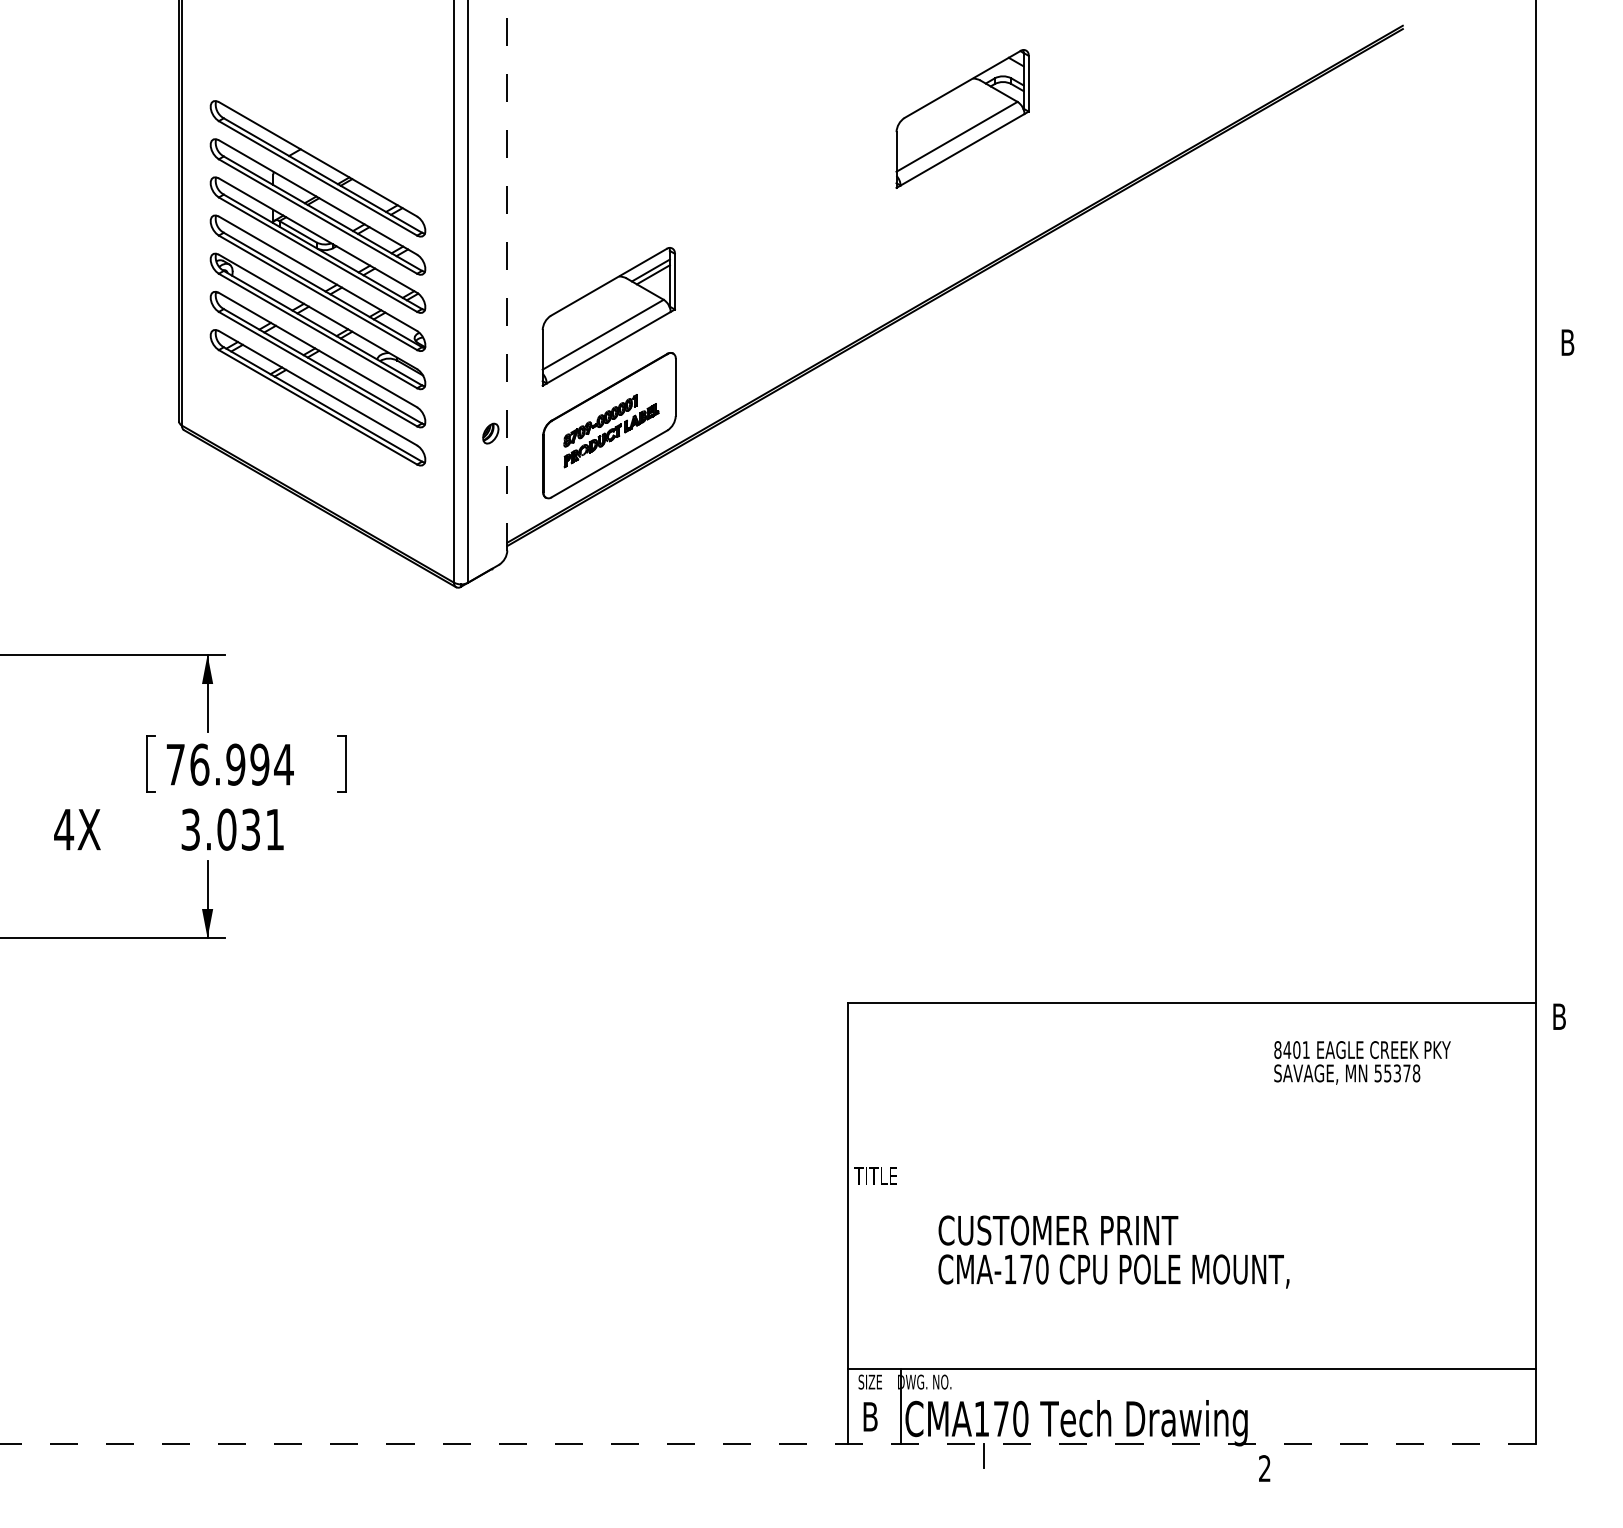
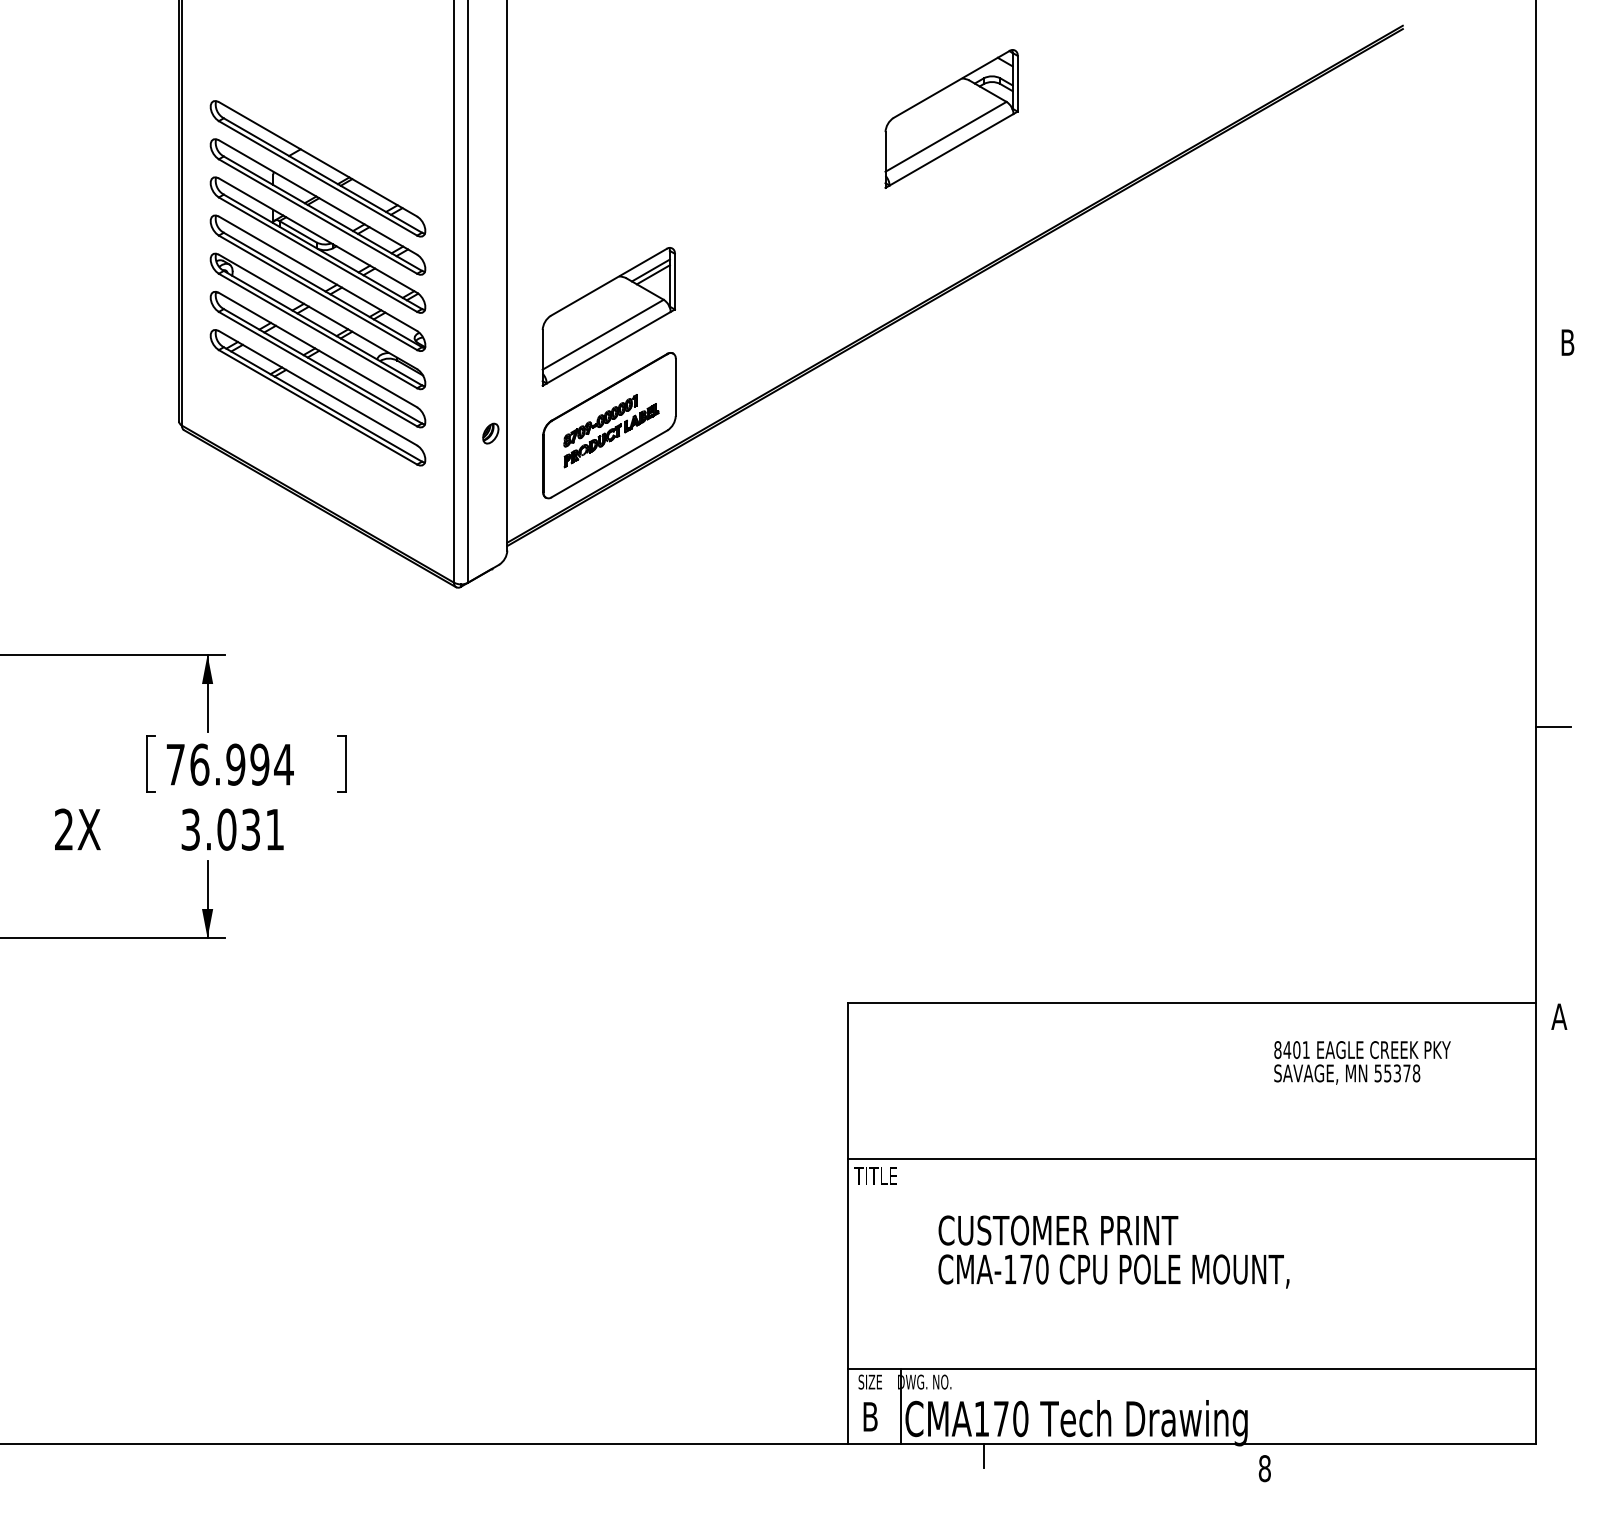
part at (962, 118) position: (962, 118) -> (951, 118)
line at (507, 275): dashed -> solid
line at (1553, 726): none -> present
text at (64, 829): 4X -> 2X
text at (1559, 1016): B -> A
line at (1192, 1158): none -> present
line at (768, 1443): dashed -> solid
text at (1264, 1468): 2 -> 8
